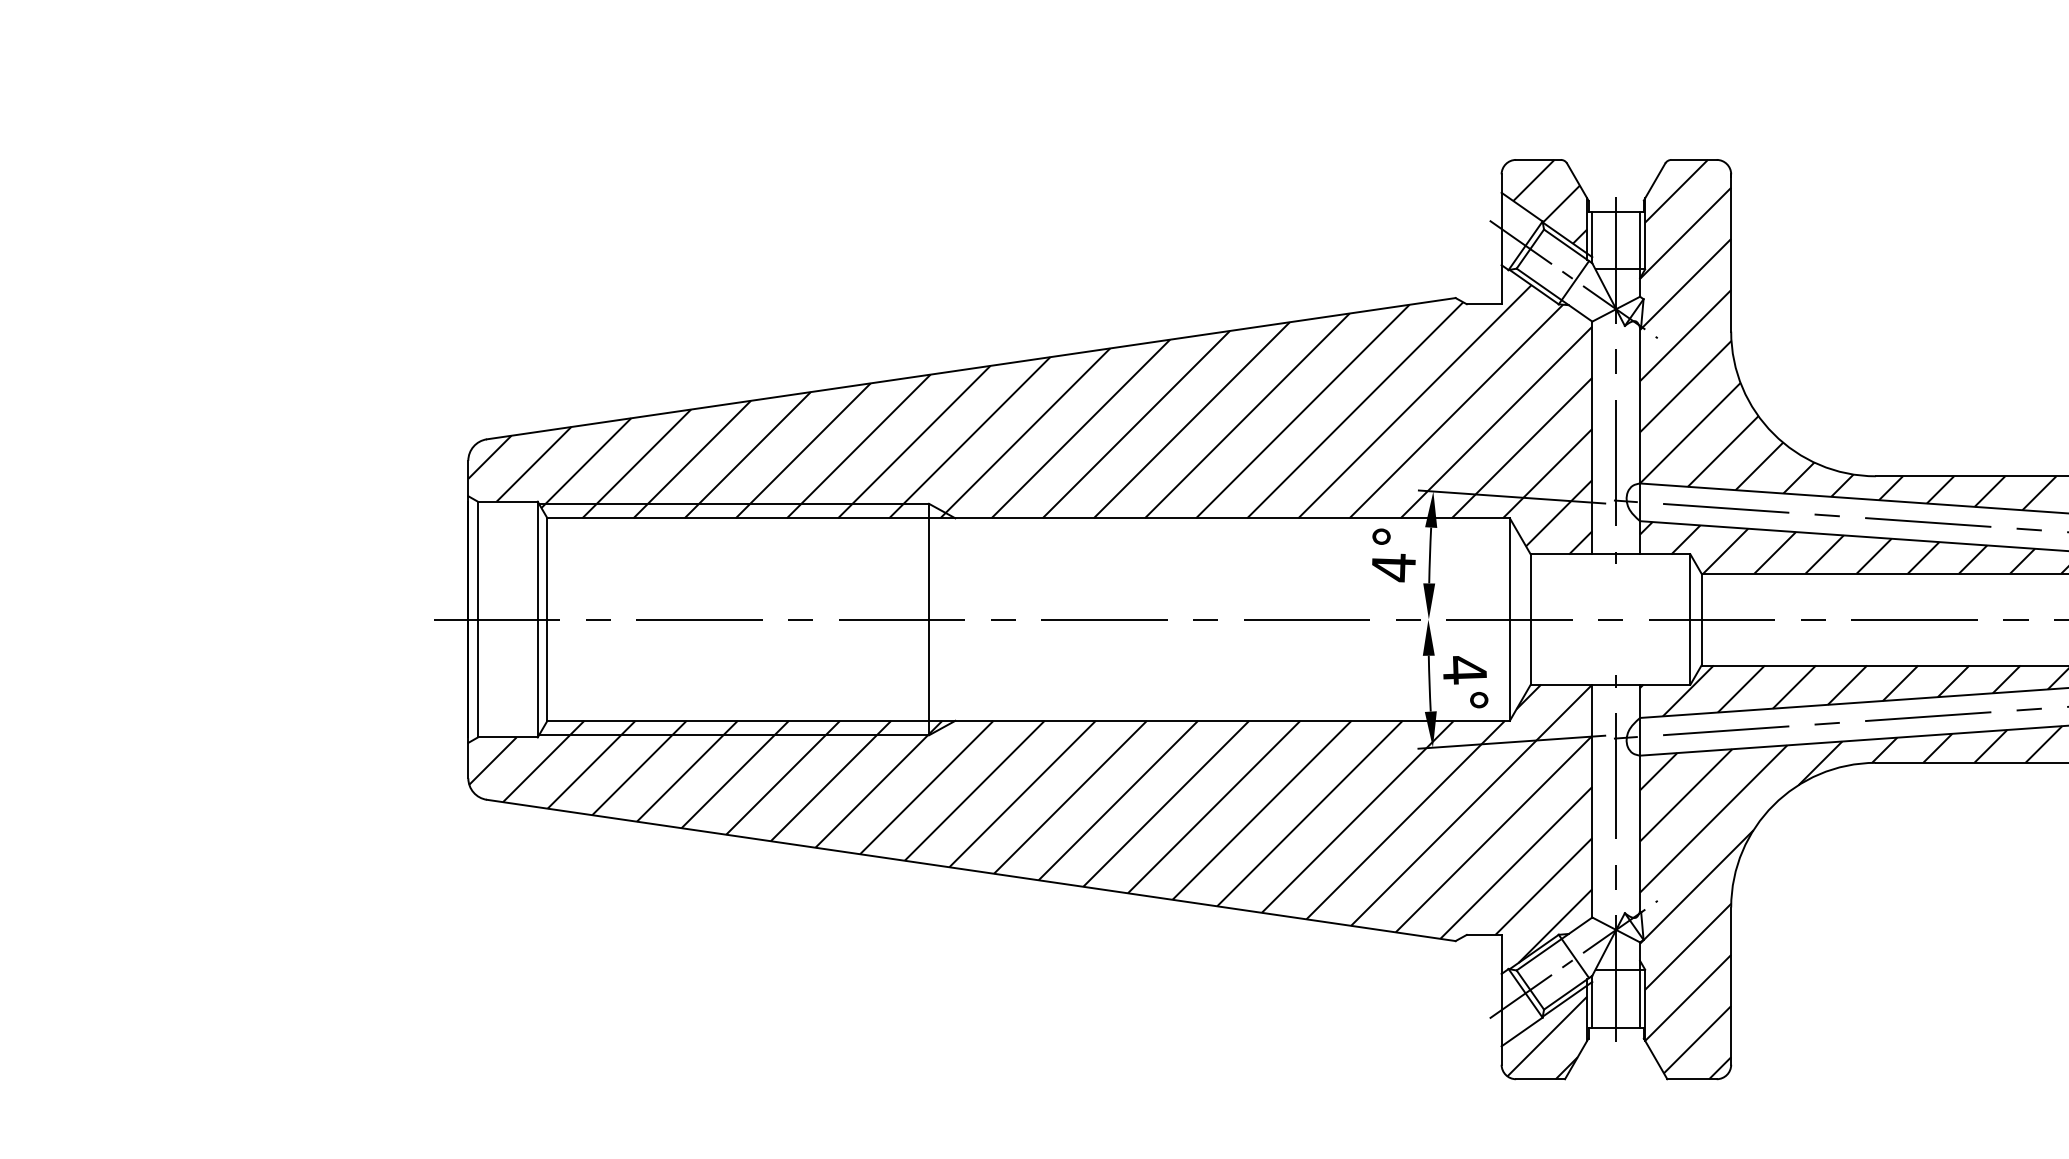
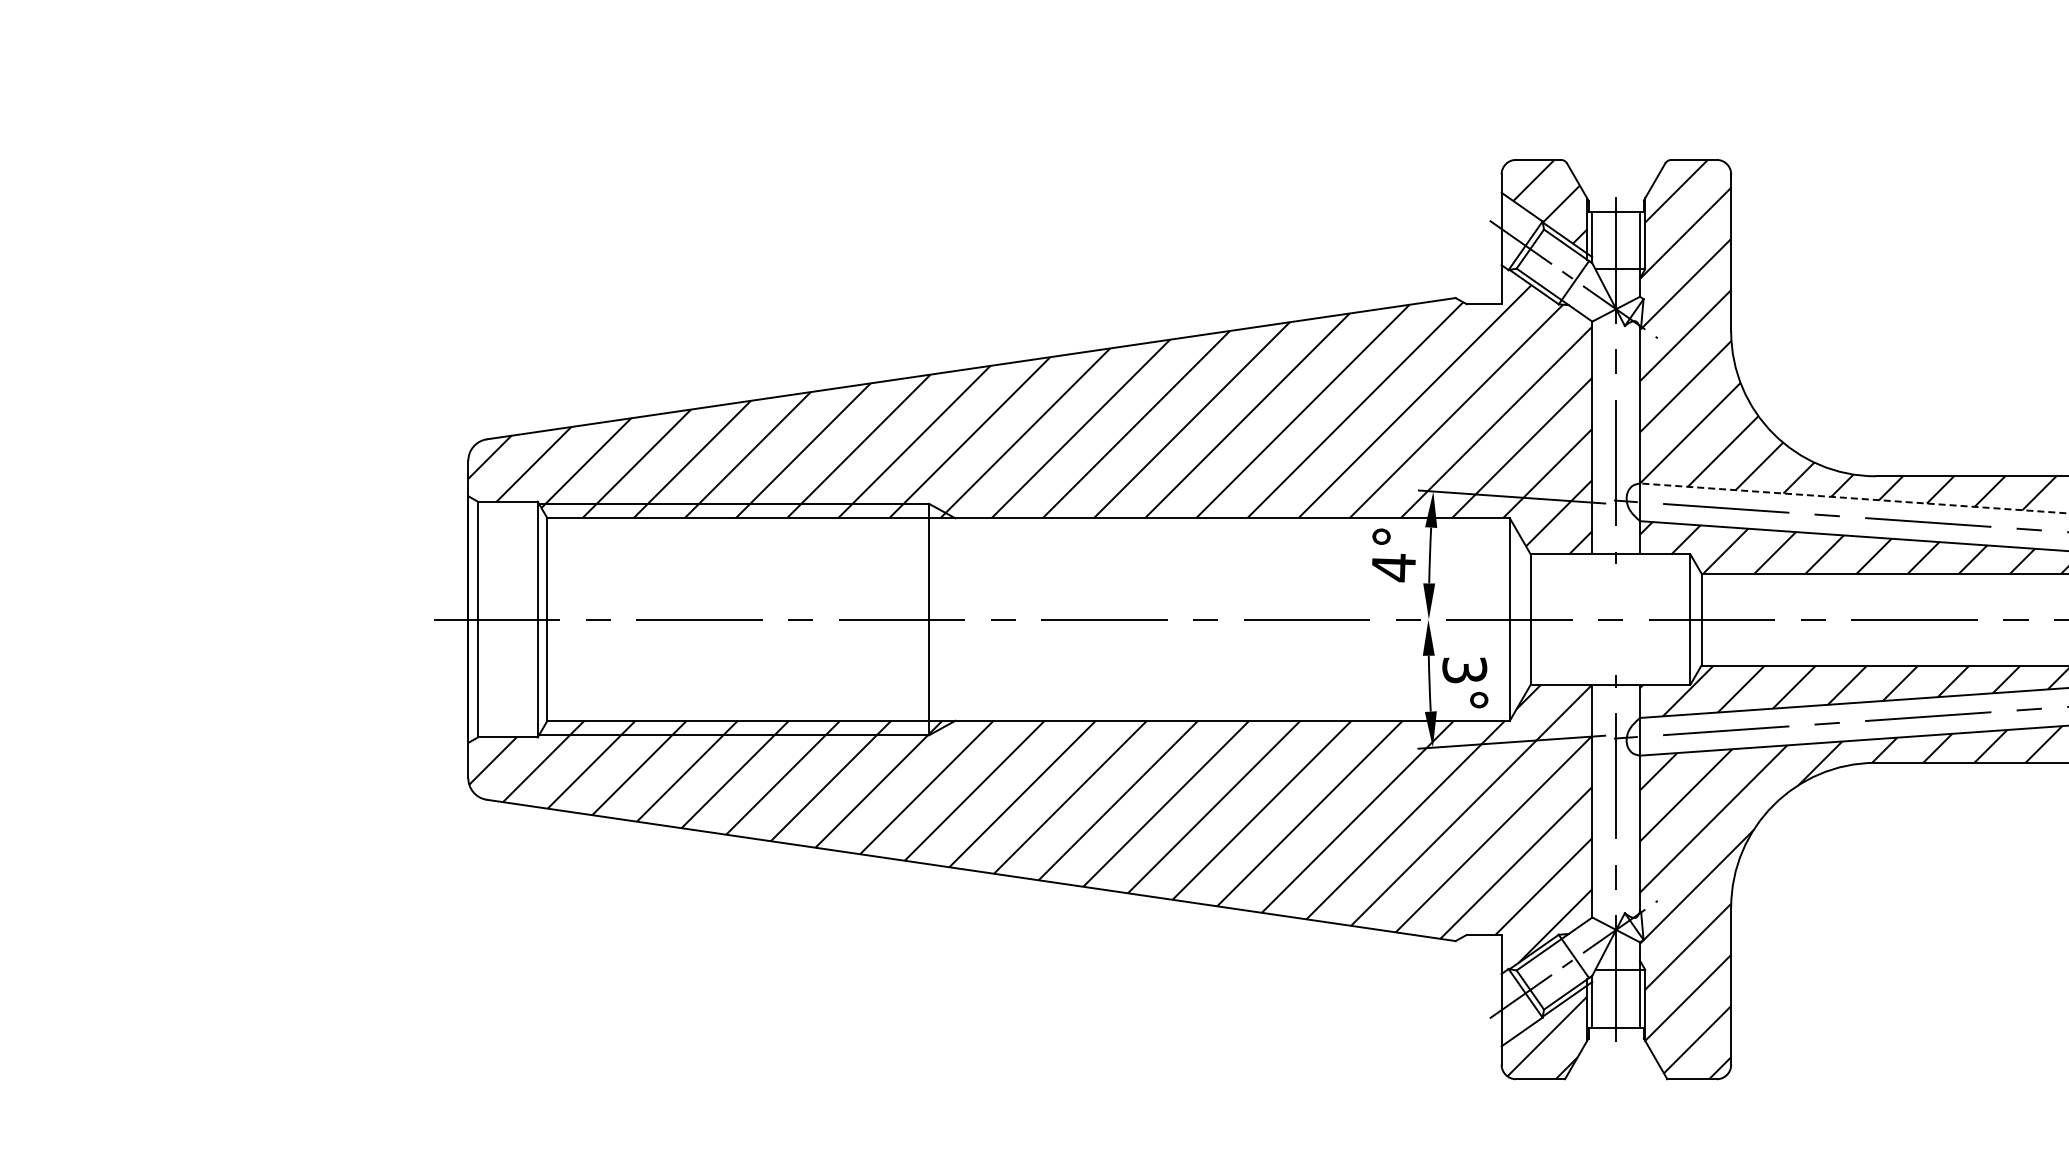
line at (1854, 498): solid -> dashed
text at (1464, 670): 4° -> 3°
